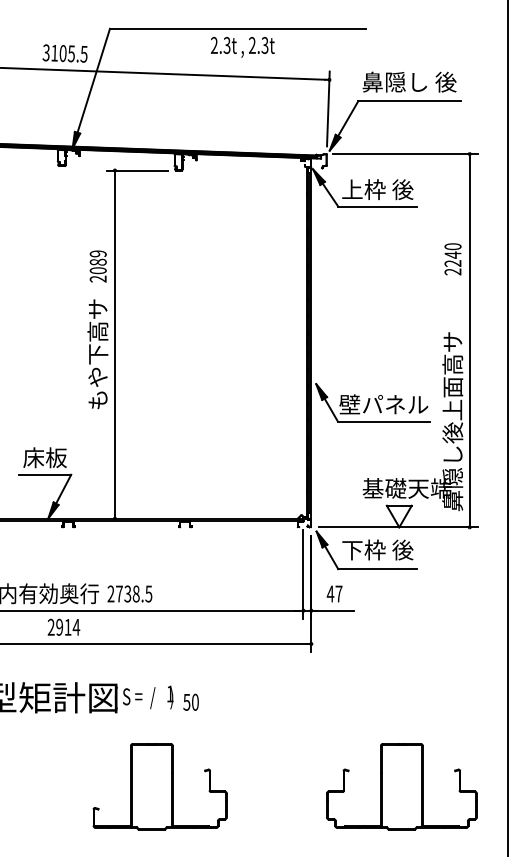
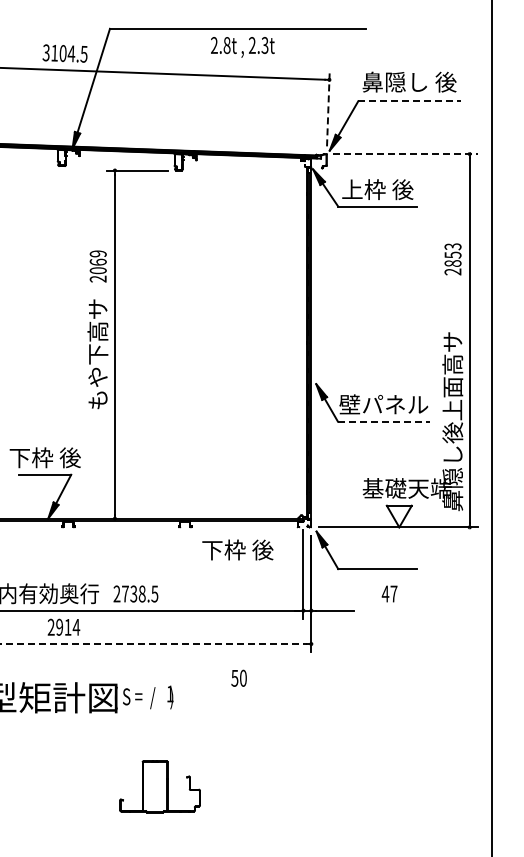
text at (226, 45): 2.3t -> 2.8t
text at (71, 53): 3105.5 -> 3104.5
line at (409, 101): solid -> dashed
line at (328, 108): solid -> dashed
line at (405, 154): solid -> dashed
text at (452, 254): 2240 -> 2853
text at (97, 261): 2089 -> 2069
line at (384, 421): solid -> dashed
line at (508, 427) position: (508, 427) -> (492, 427)
text at (44, 457): 床板 -> 下枠 後
text at (377, 549) position: (377, 549) -> (237, 549)
text at (129, 593) position: (129, 593) -> (135, 593)
text at (334, 593) position: (334, 593) -> (389, 593)
line at (154, 644): solid -> dashed
text at (190, 701) position: (190, 701) -> (238, 677)
part at (159, 786) size: 136x88 px -> 82x54 px
part at (401, 786): present -> none
